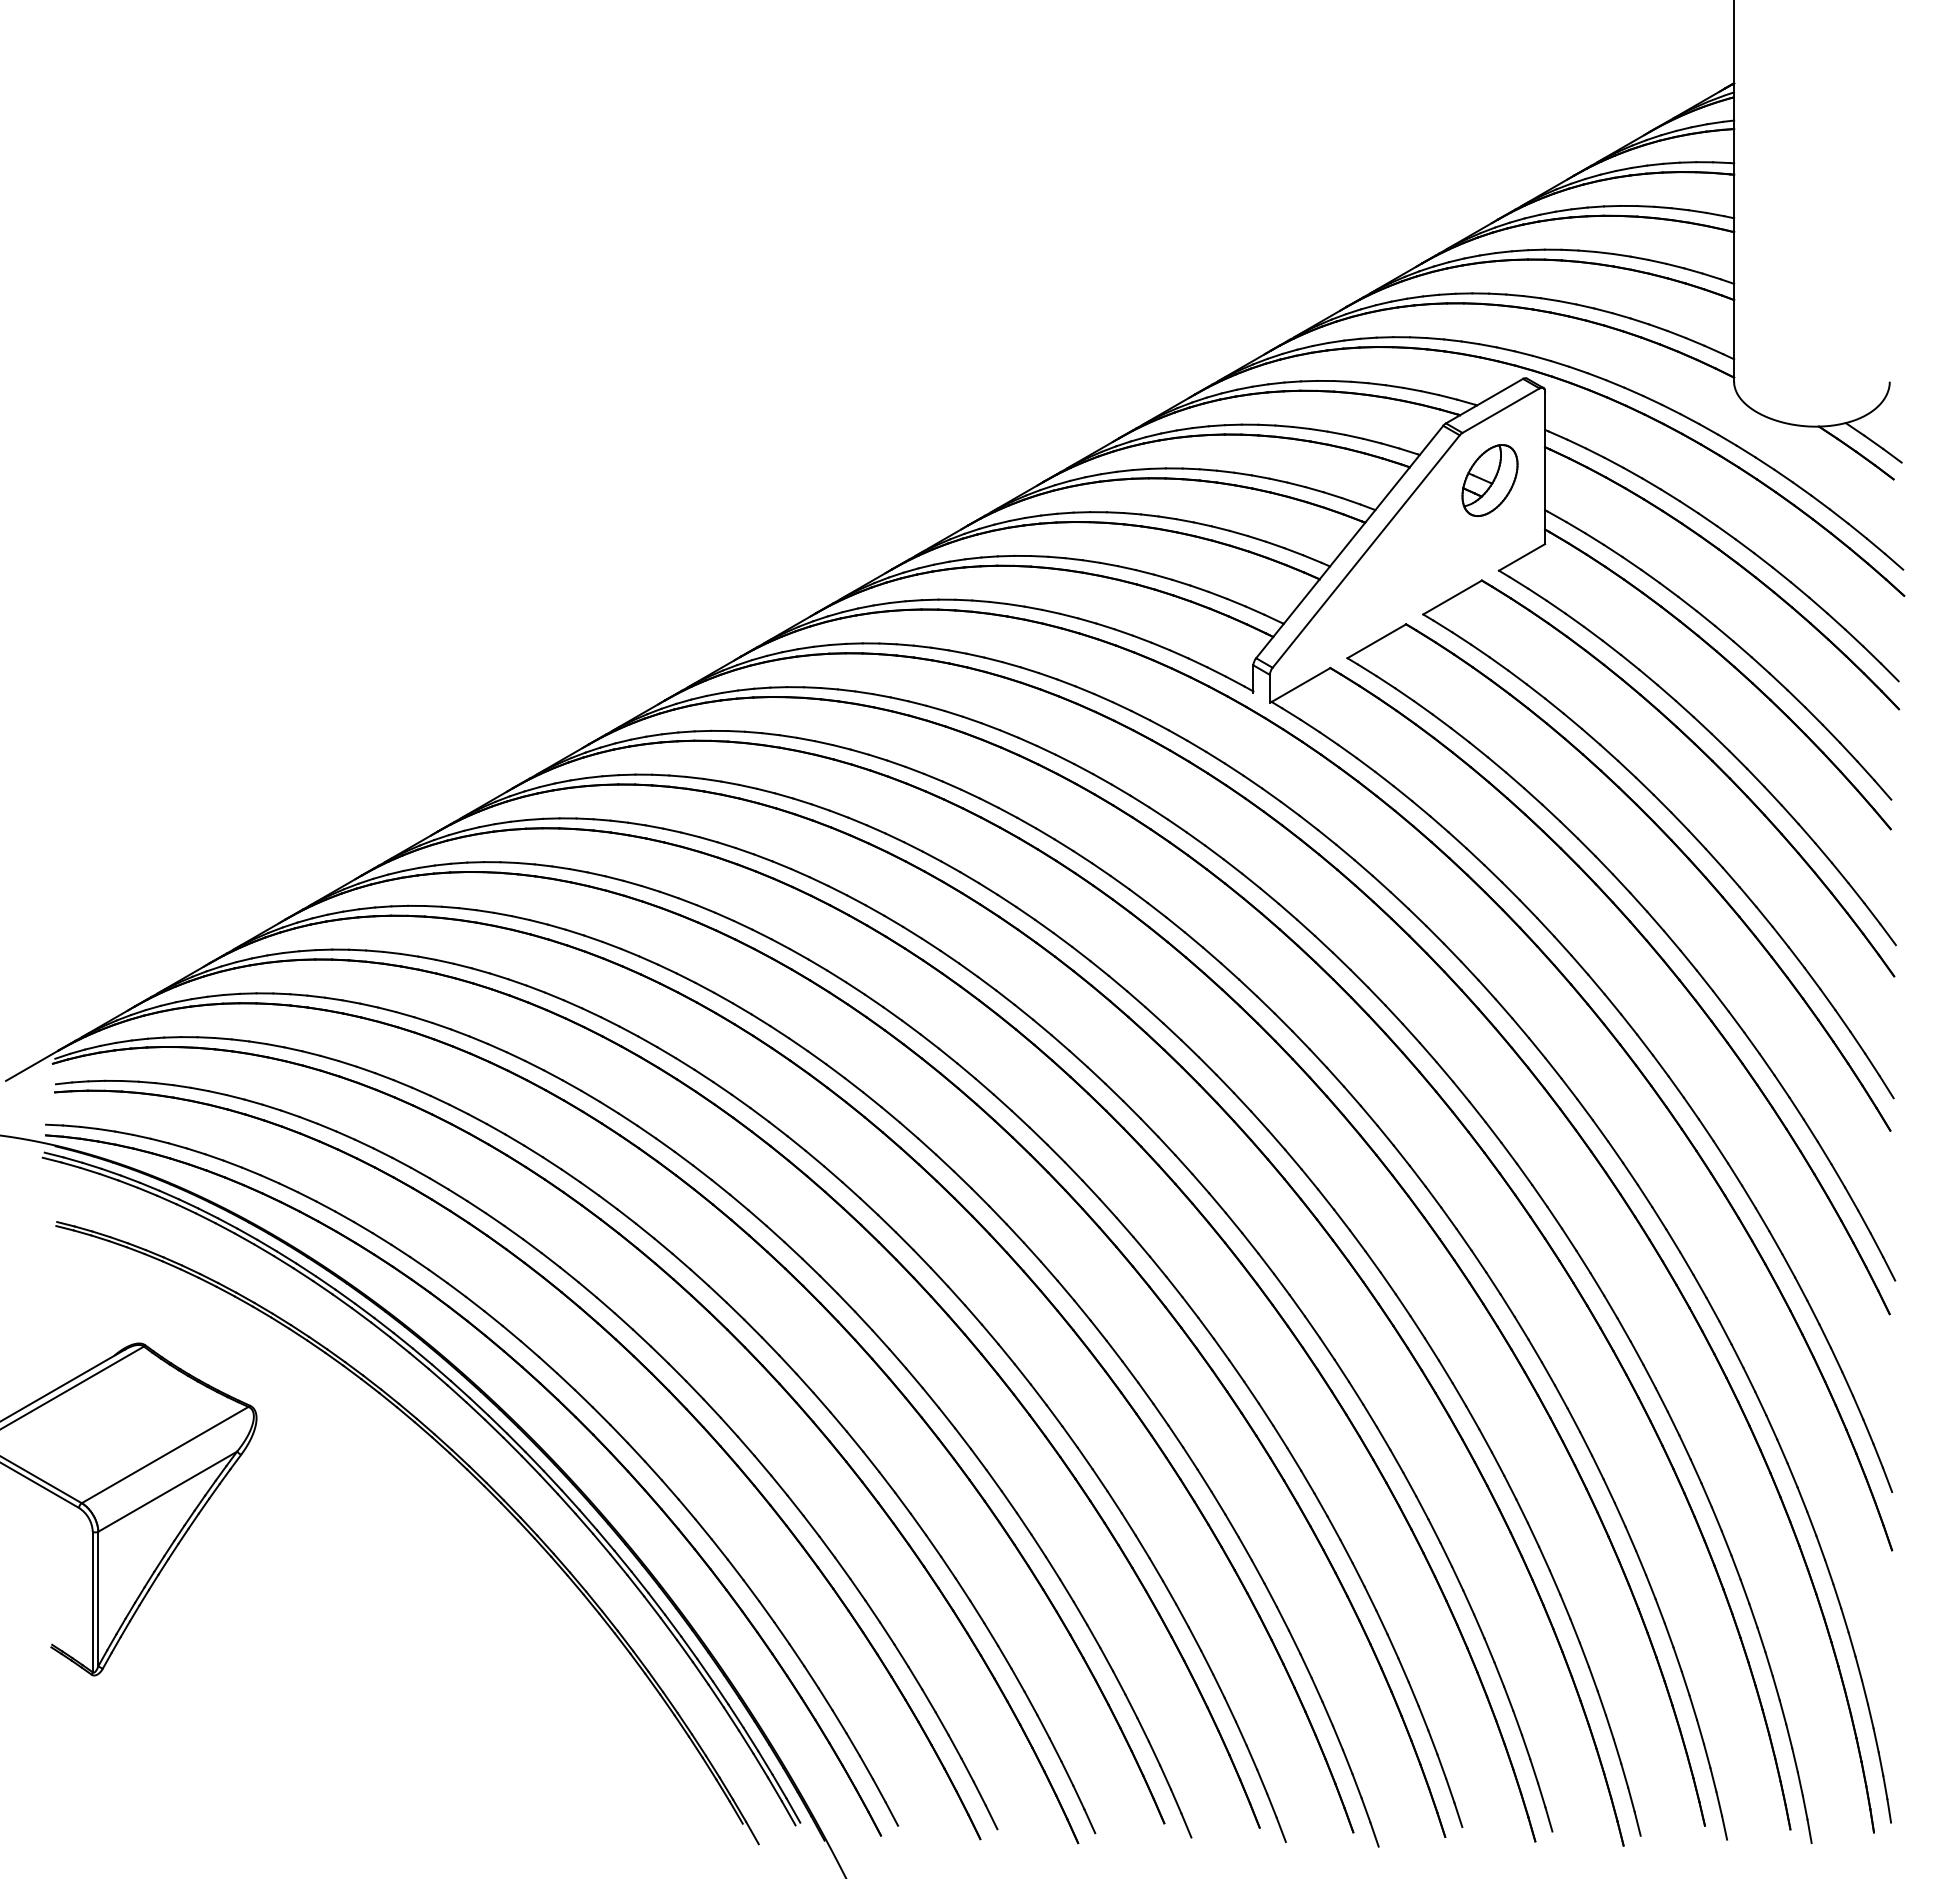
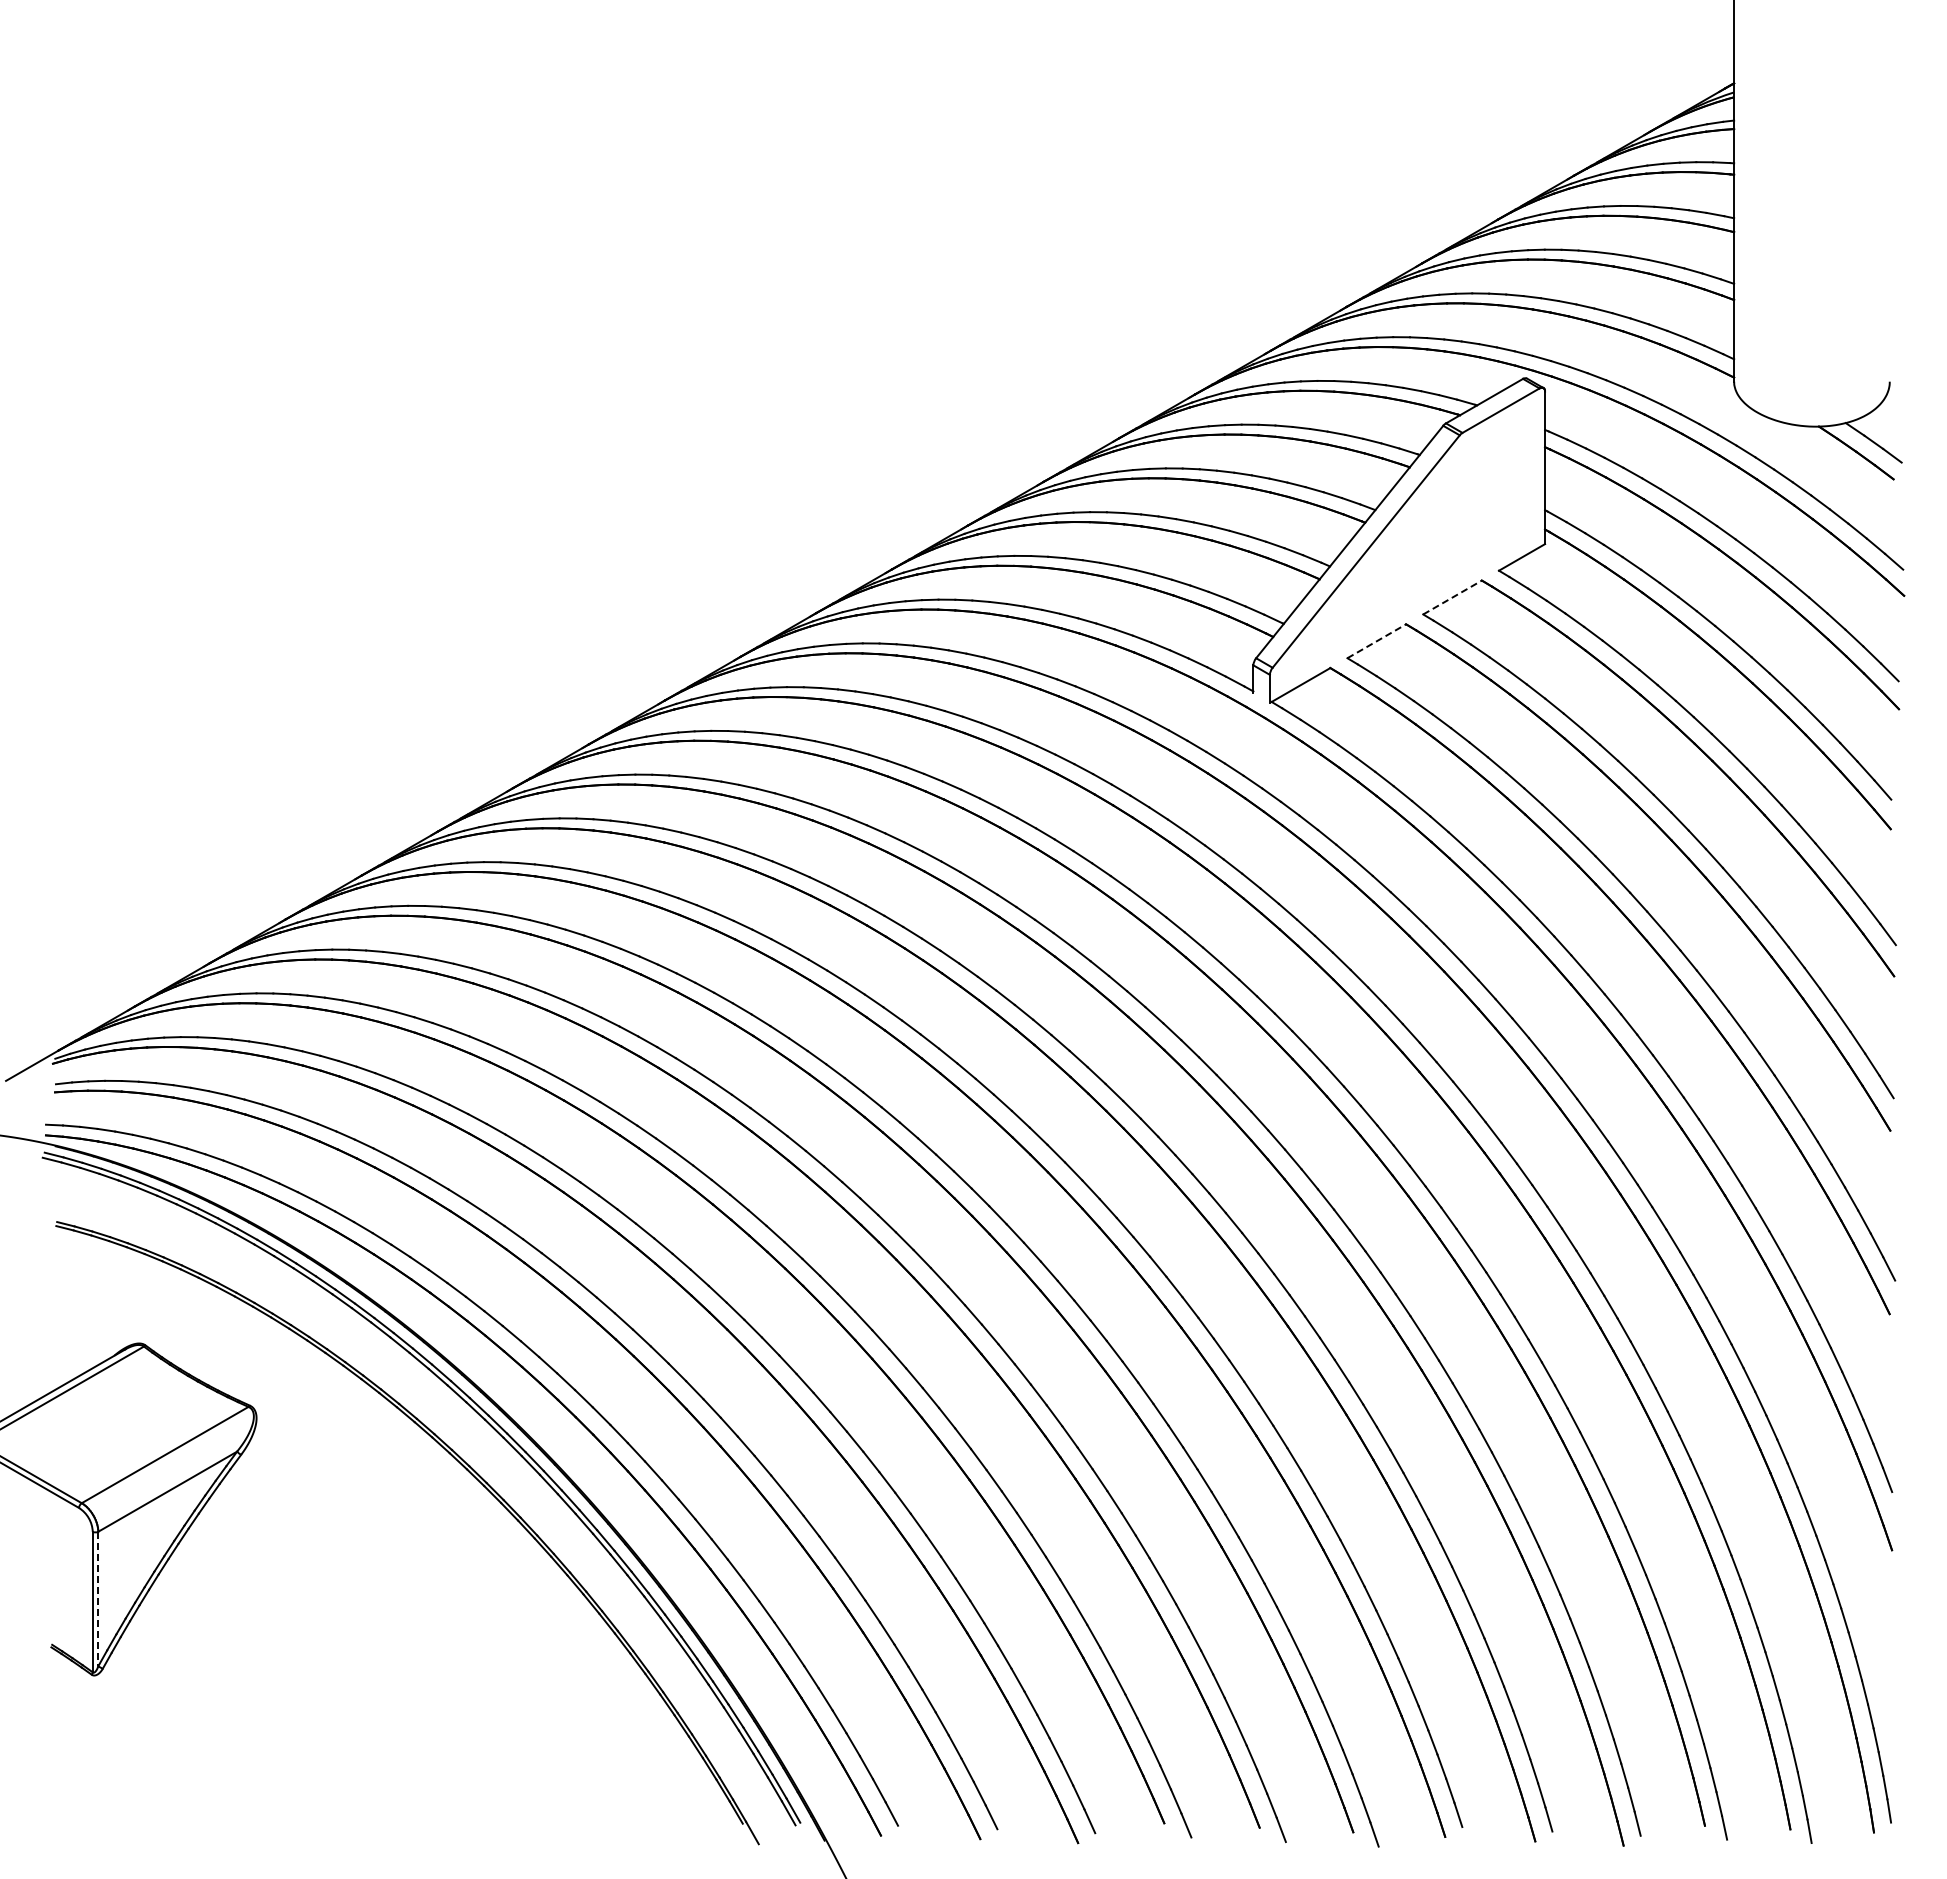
part at (1489, 480): present -> none
line at (1452, 597): solid -> dashed
line at (1376, 641): solid -> dashed
line at (98, 1599): solid -> dashed
